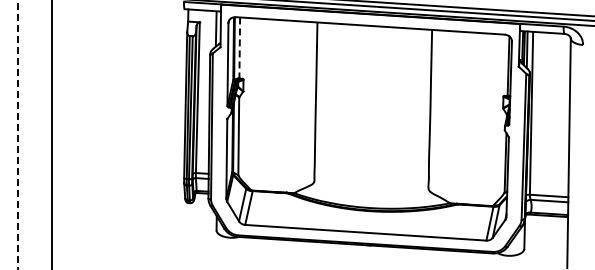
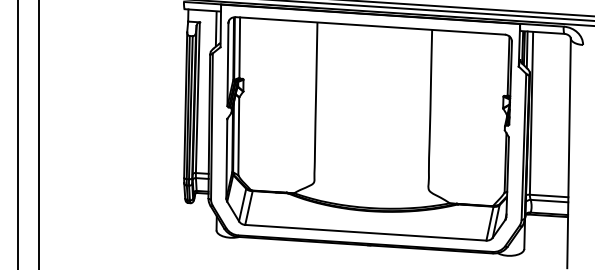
line at (239, 48): dashed -> solid
line at (17, 134): dashed -> solid
line at (51, 134) position: (51, 134) -> (38, 134)
